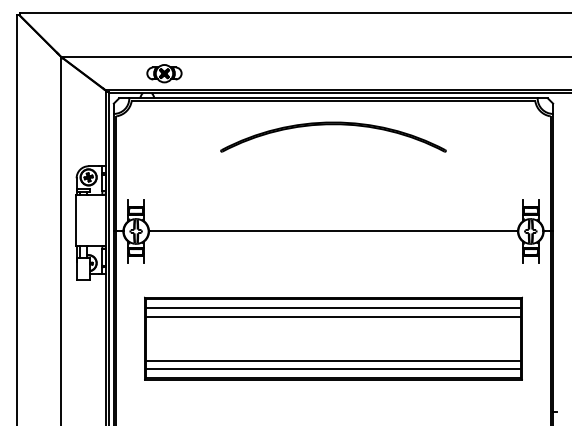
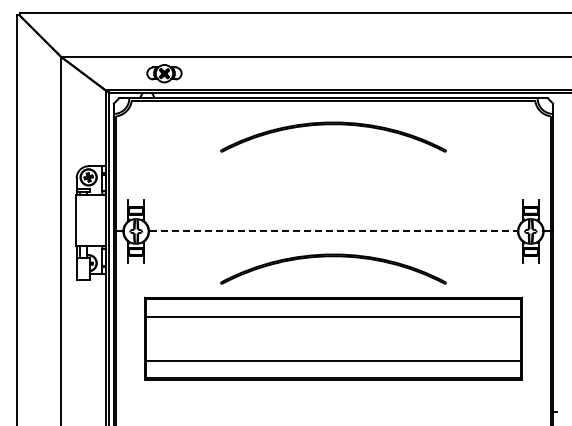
line at (333, 231): solid -> dashed
part at (333, 257): none -> present
line at (333, 308): present -> none
line at (333, 368): present -> none
